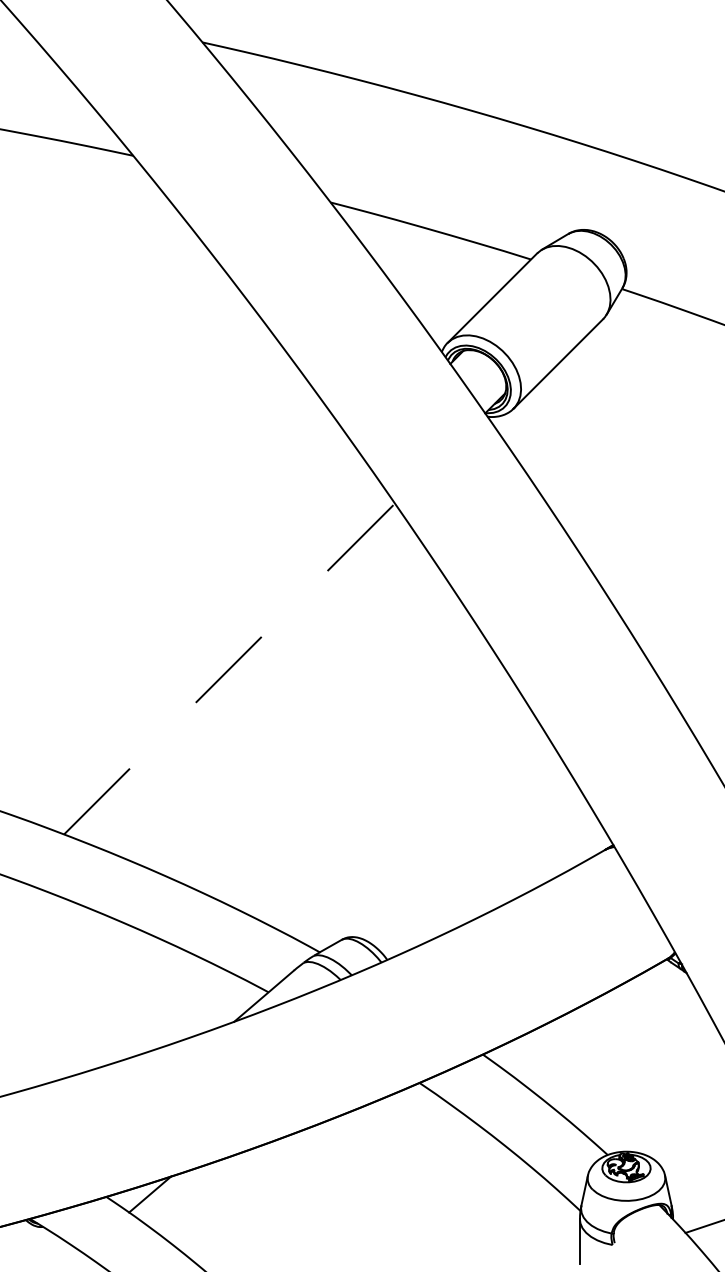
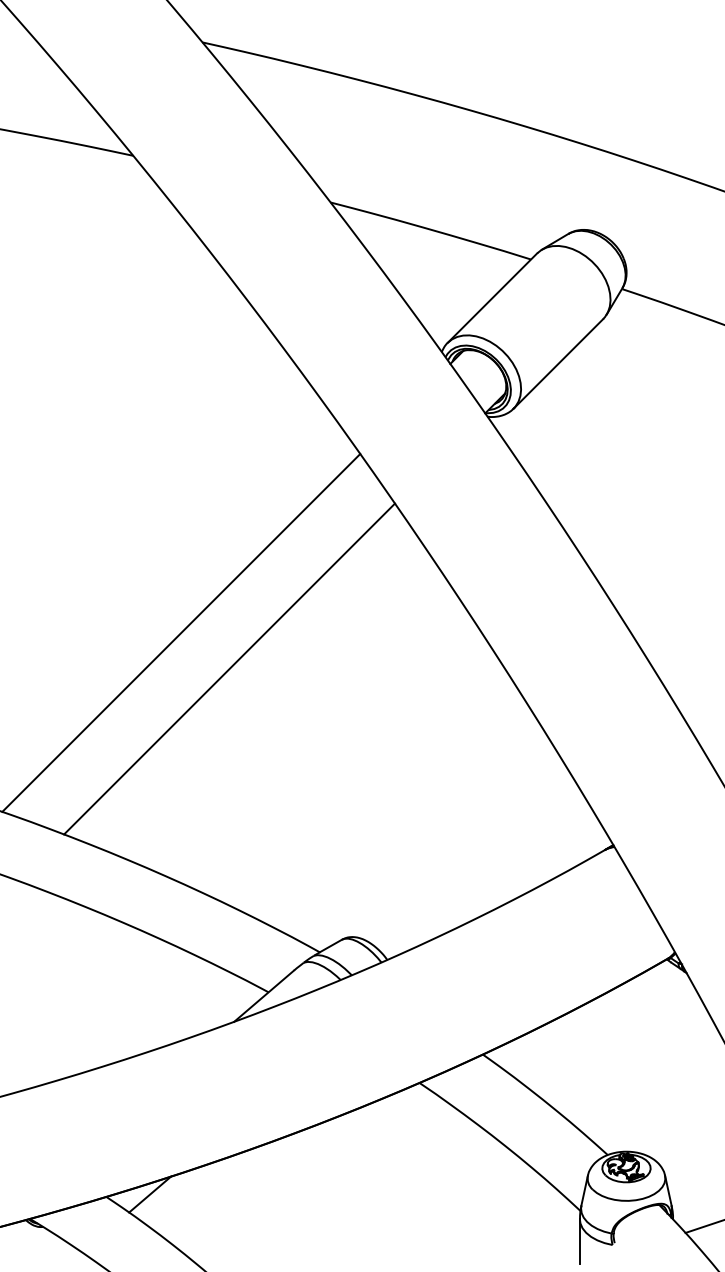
line at (181, 632): none -> present
line at (229, 669): dashed -> solid
